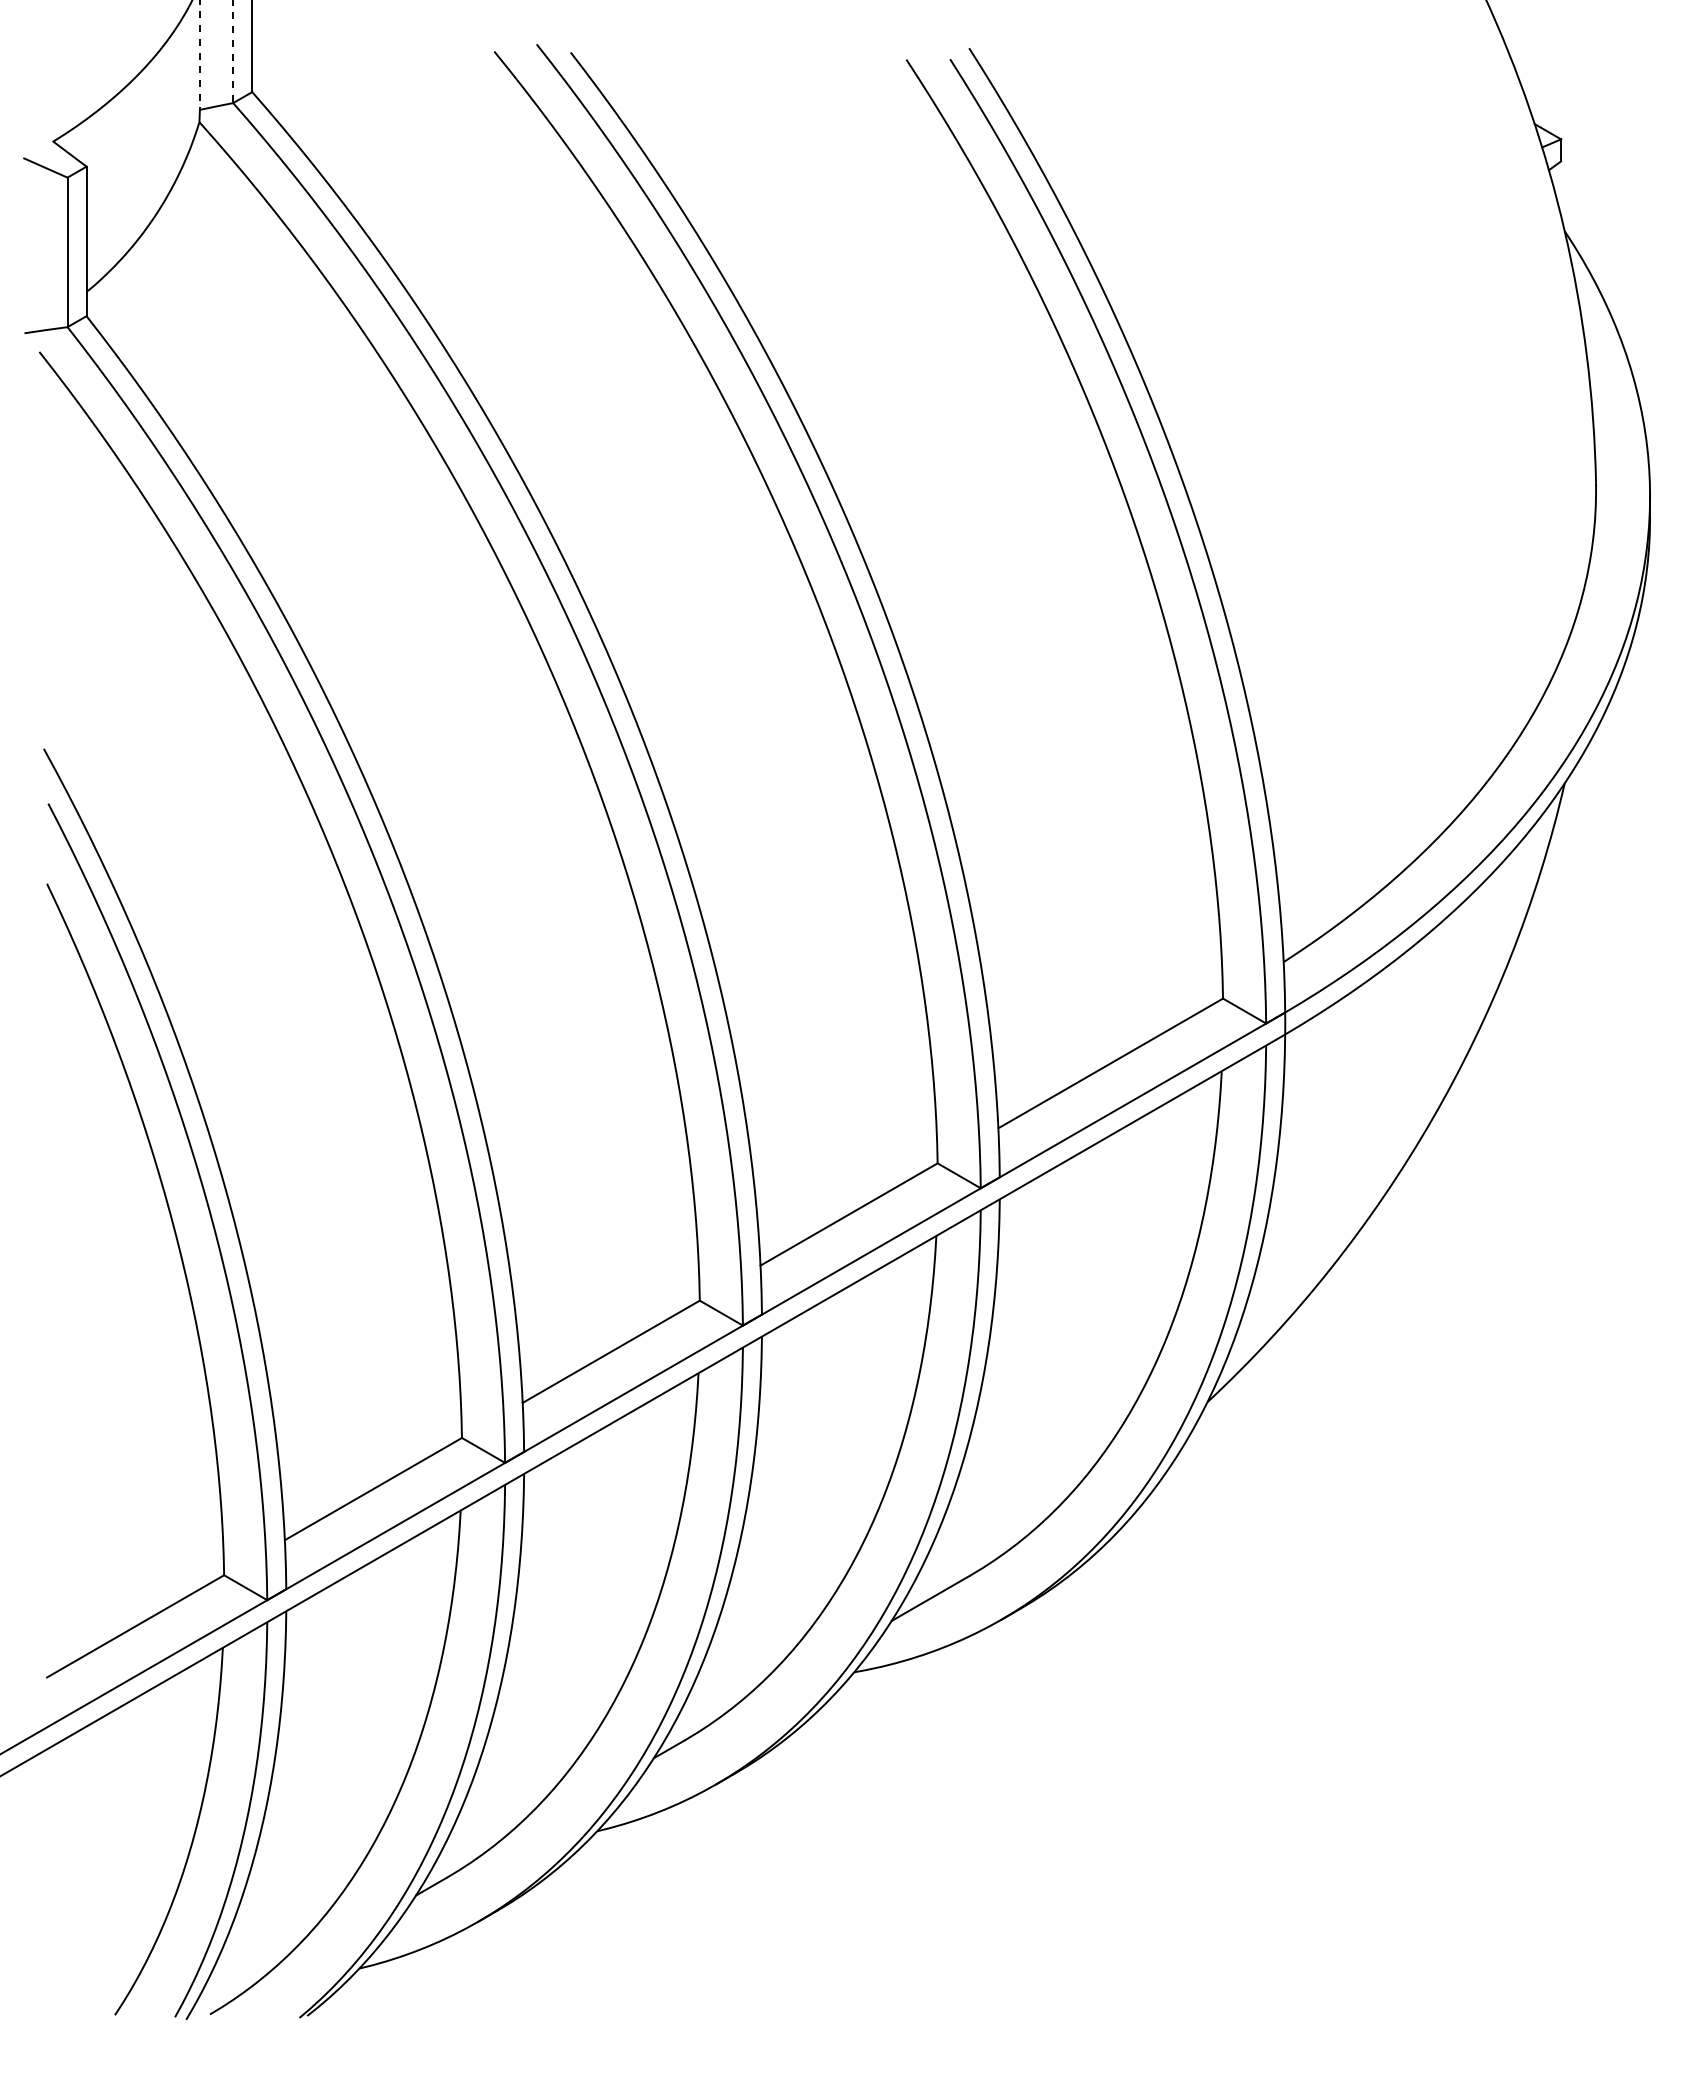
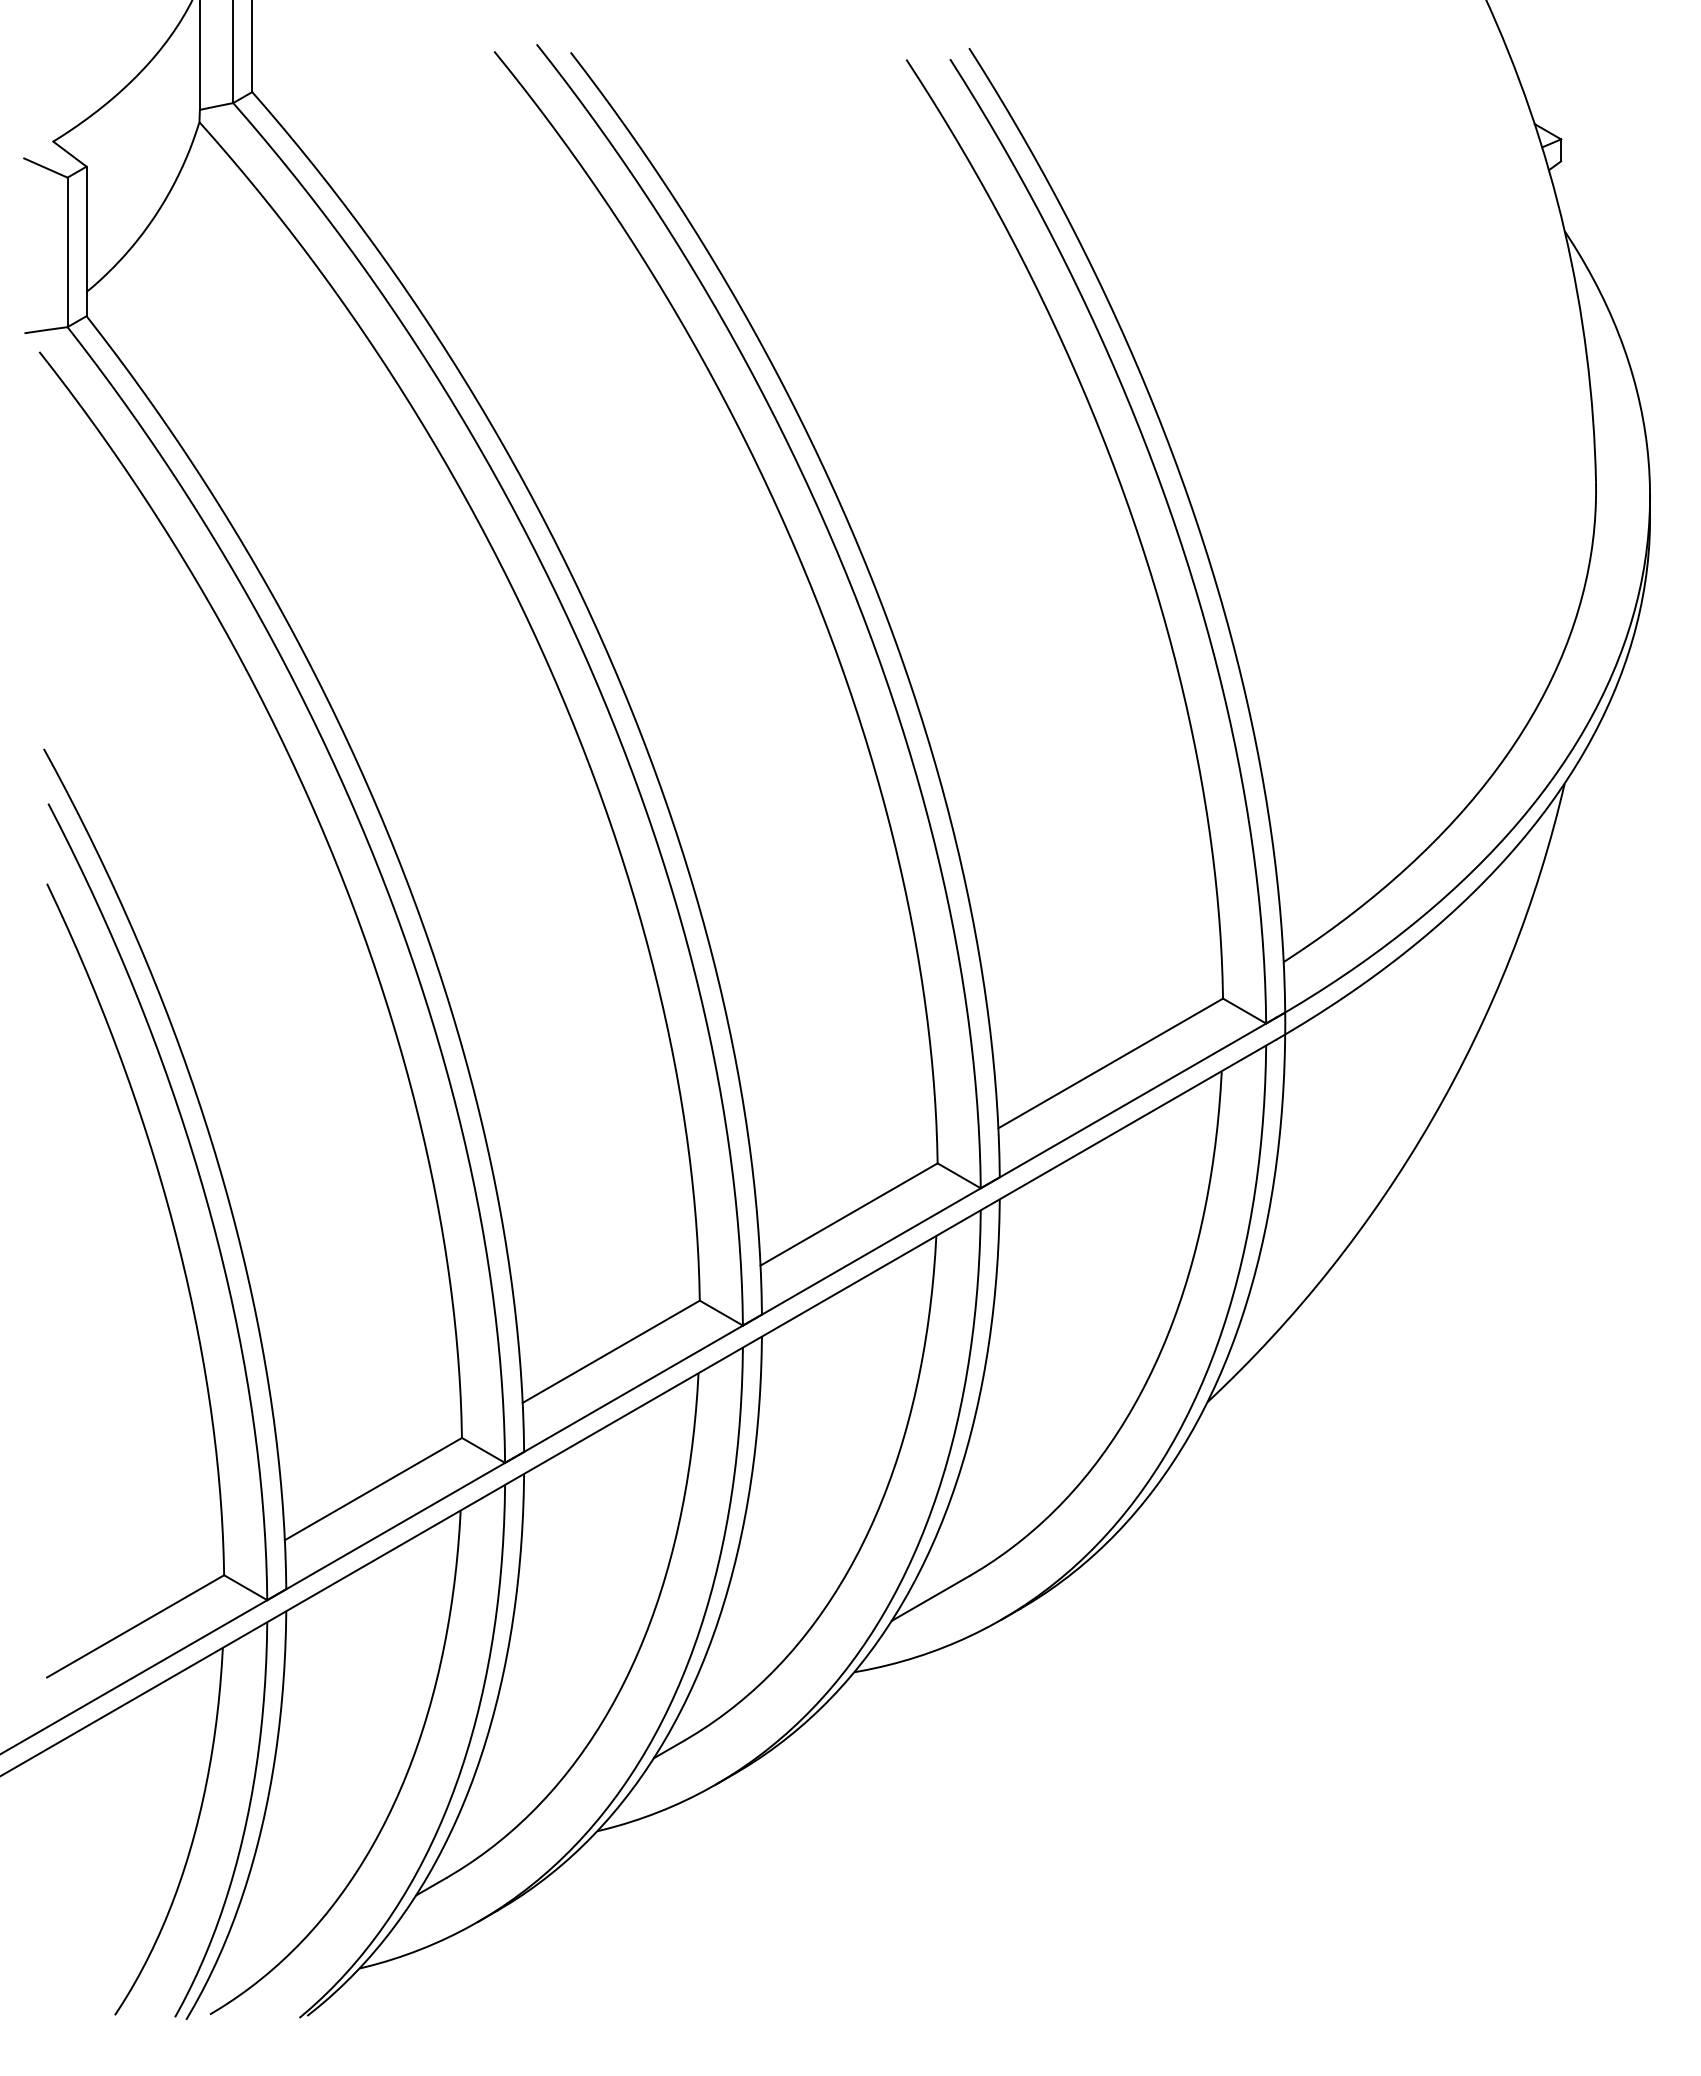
line at (233, 52): dashed -> solid
line at (199, 55): dashed -> solid
